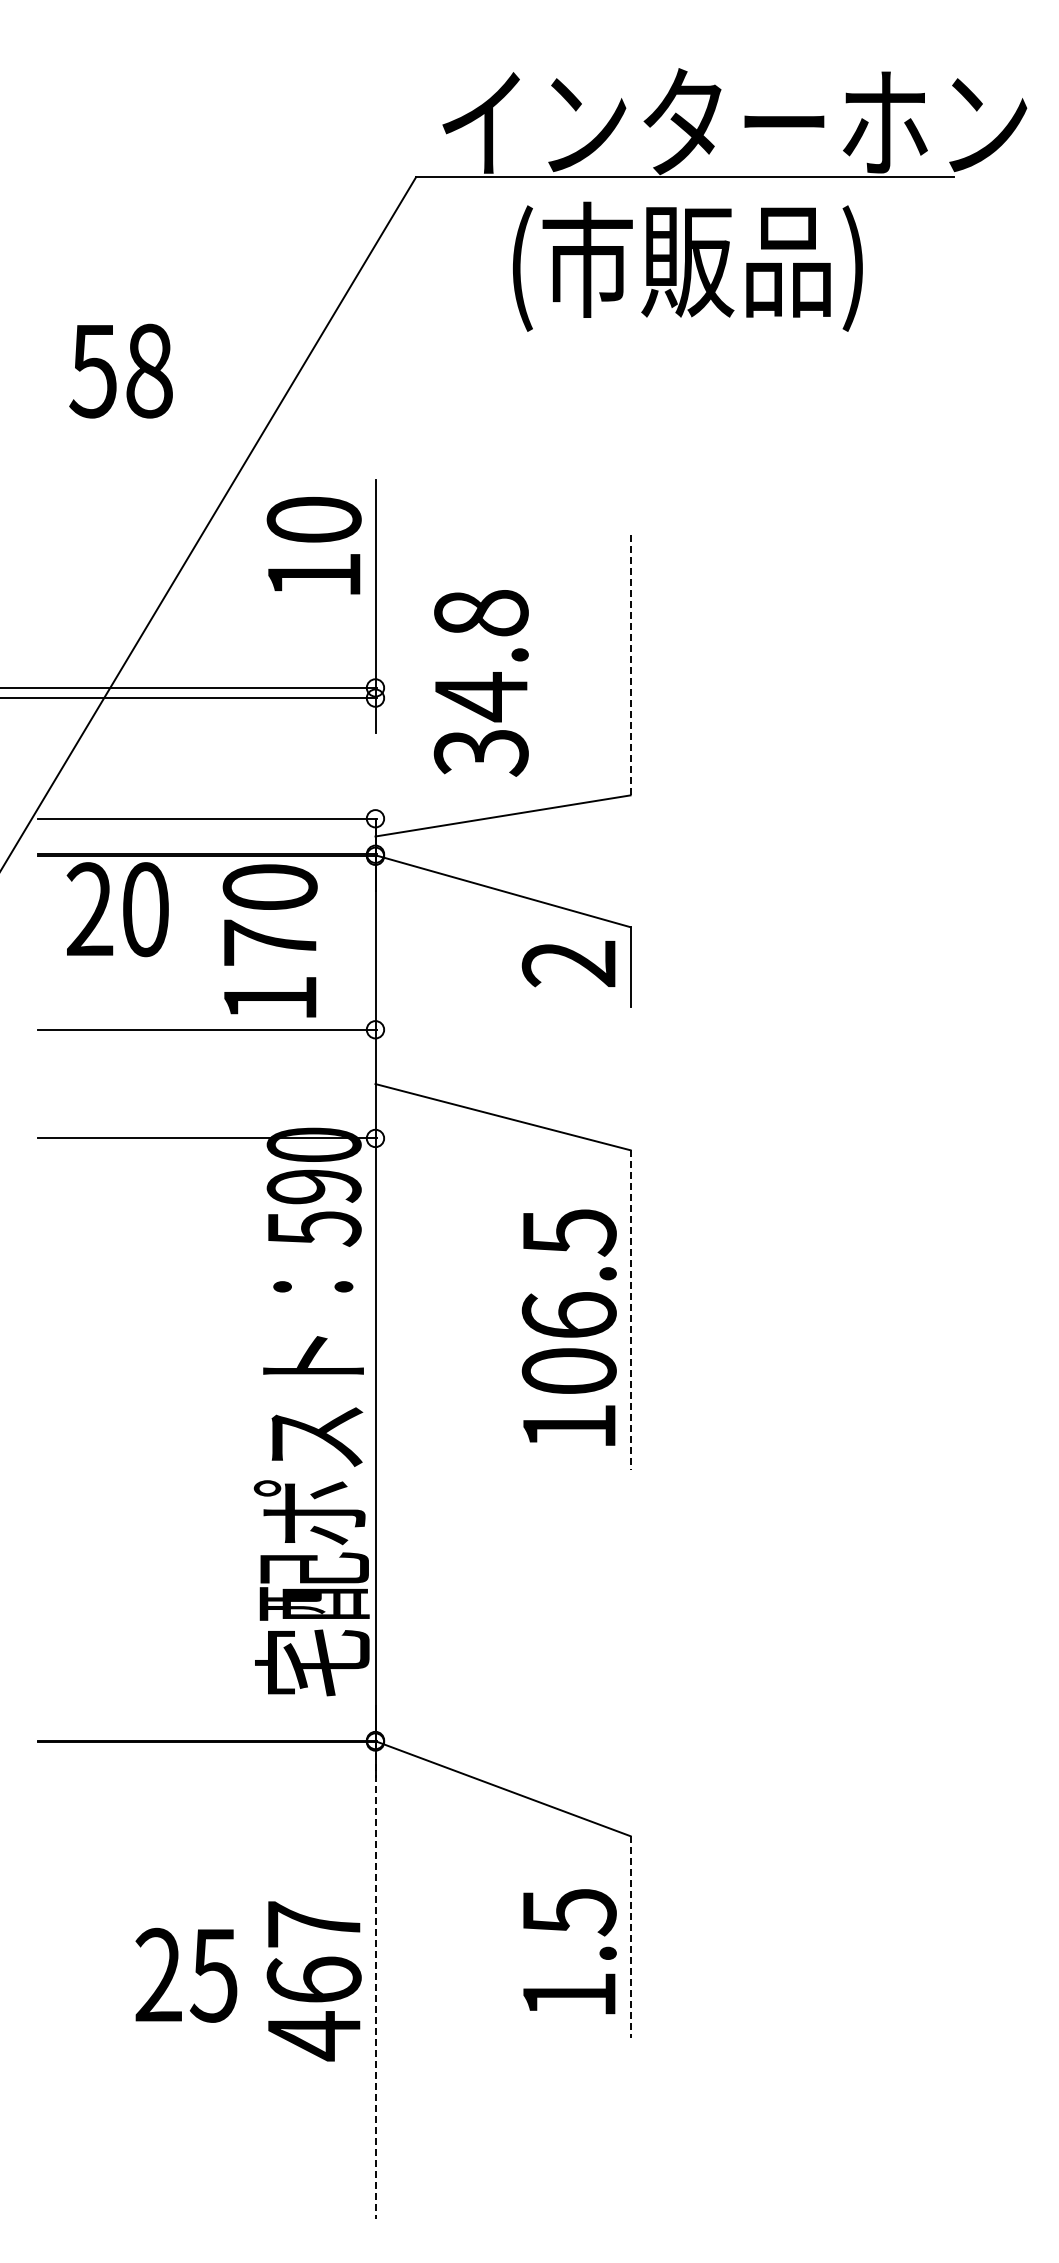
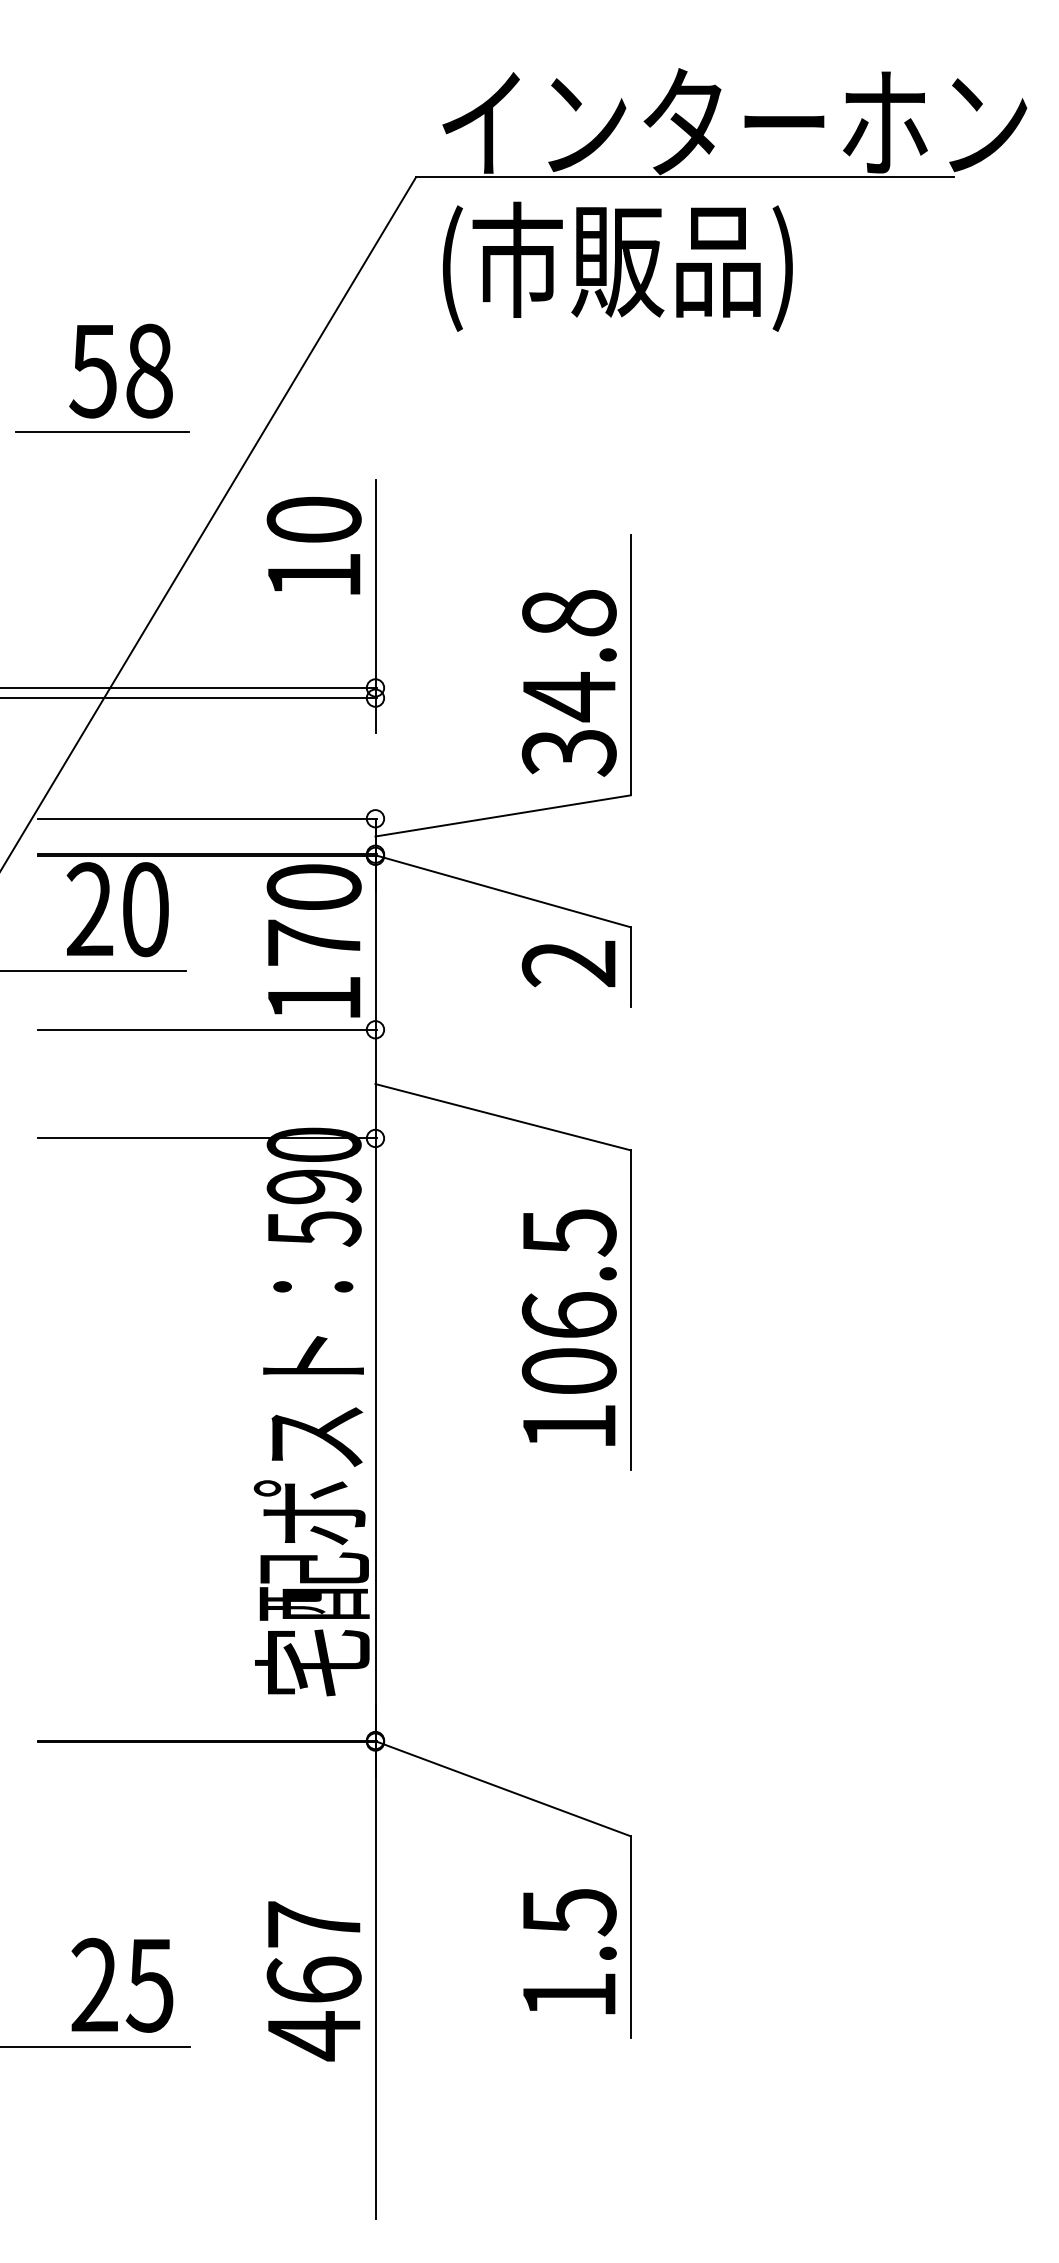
text at (687, 266) position: (687, 266) -> (617, 266)
line at (102, 432): none -> present
line at (630, 664): dashed -> solid
text at (480, 683) position: (480, 683) -> (568, 683)
text at (269, 940) position: (269, 940) -> (313, 940)
line at (93, 970): none -> present
line at (630, 1310): dashed -> solid
line at (630, 1937): dashed -> solid
text at (186, 1974) position: (186, 1974) -> (122, 1984)
line at (375, 1980): dashed -> solid
line at (96, 2046): none -> present
